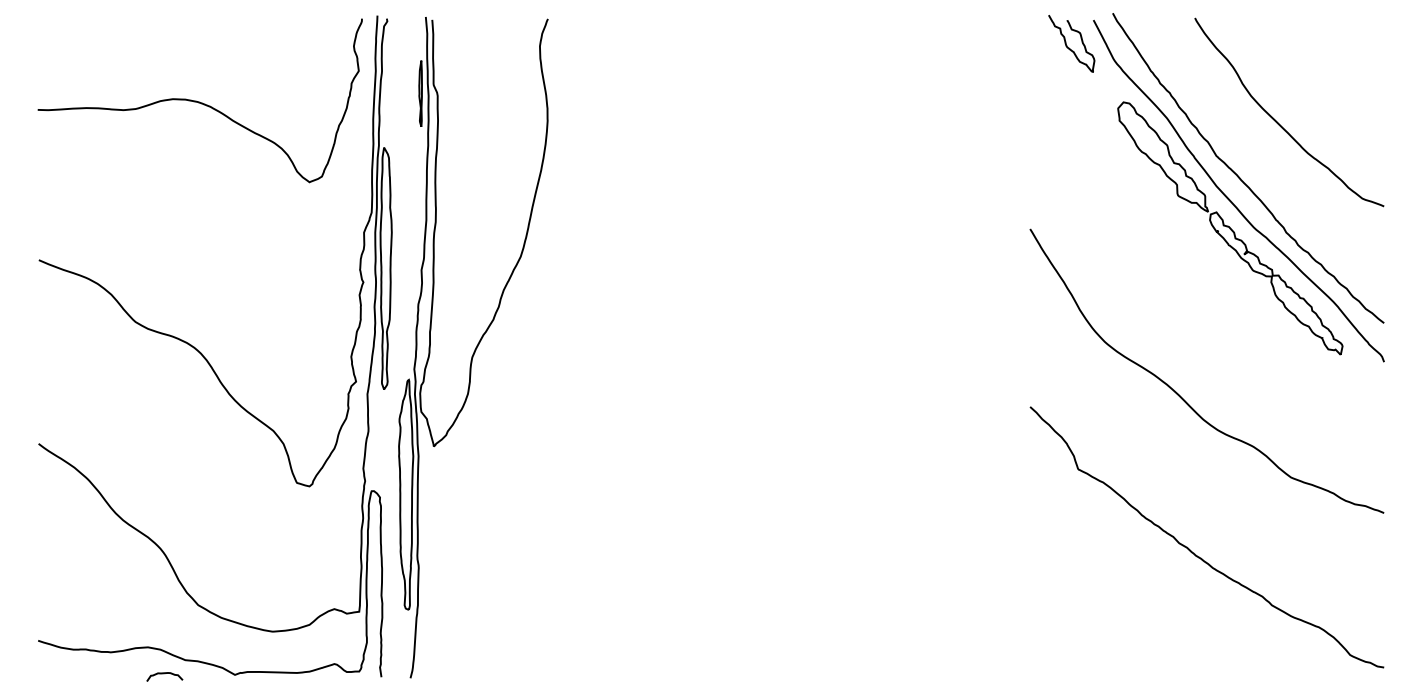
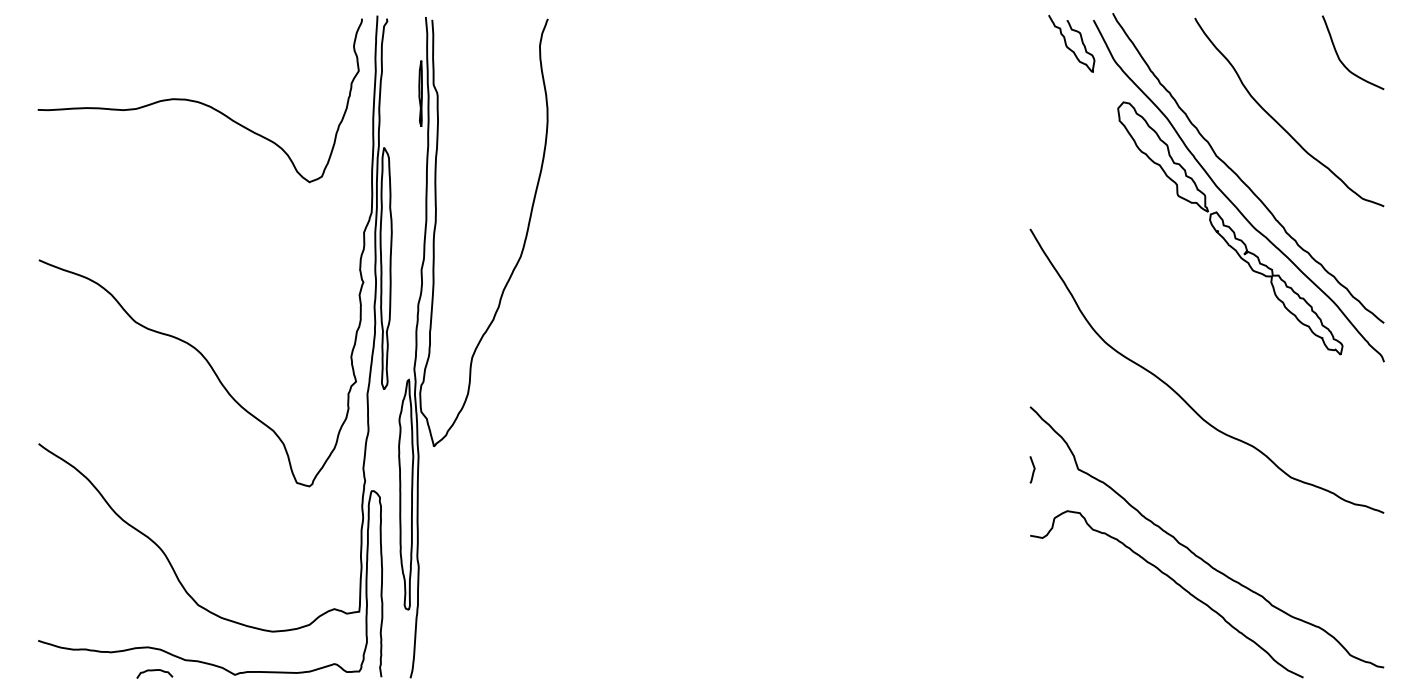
curve at (1342, 61): none -> present
curve at (1033, 469): none -> present
curve at (1176, 584): none -> present
curve at (164, 674) position: (164, 674) -> (154, 671)
